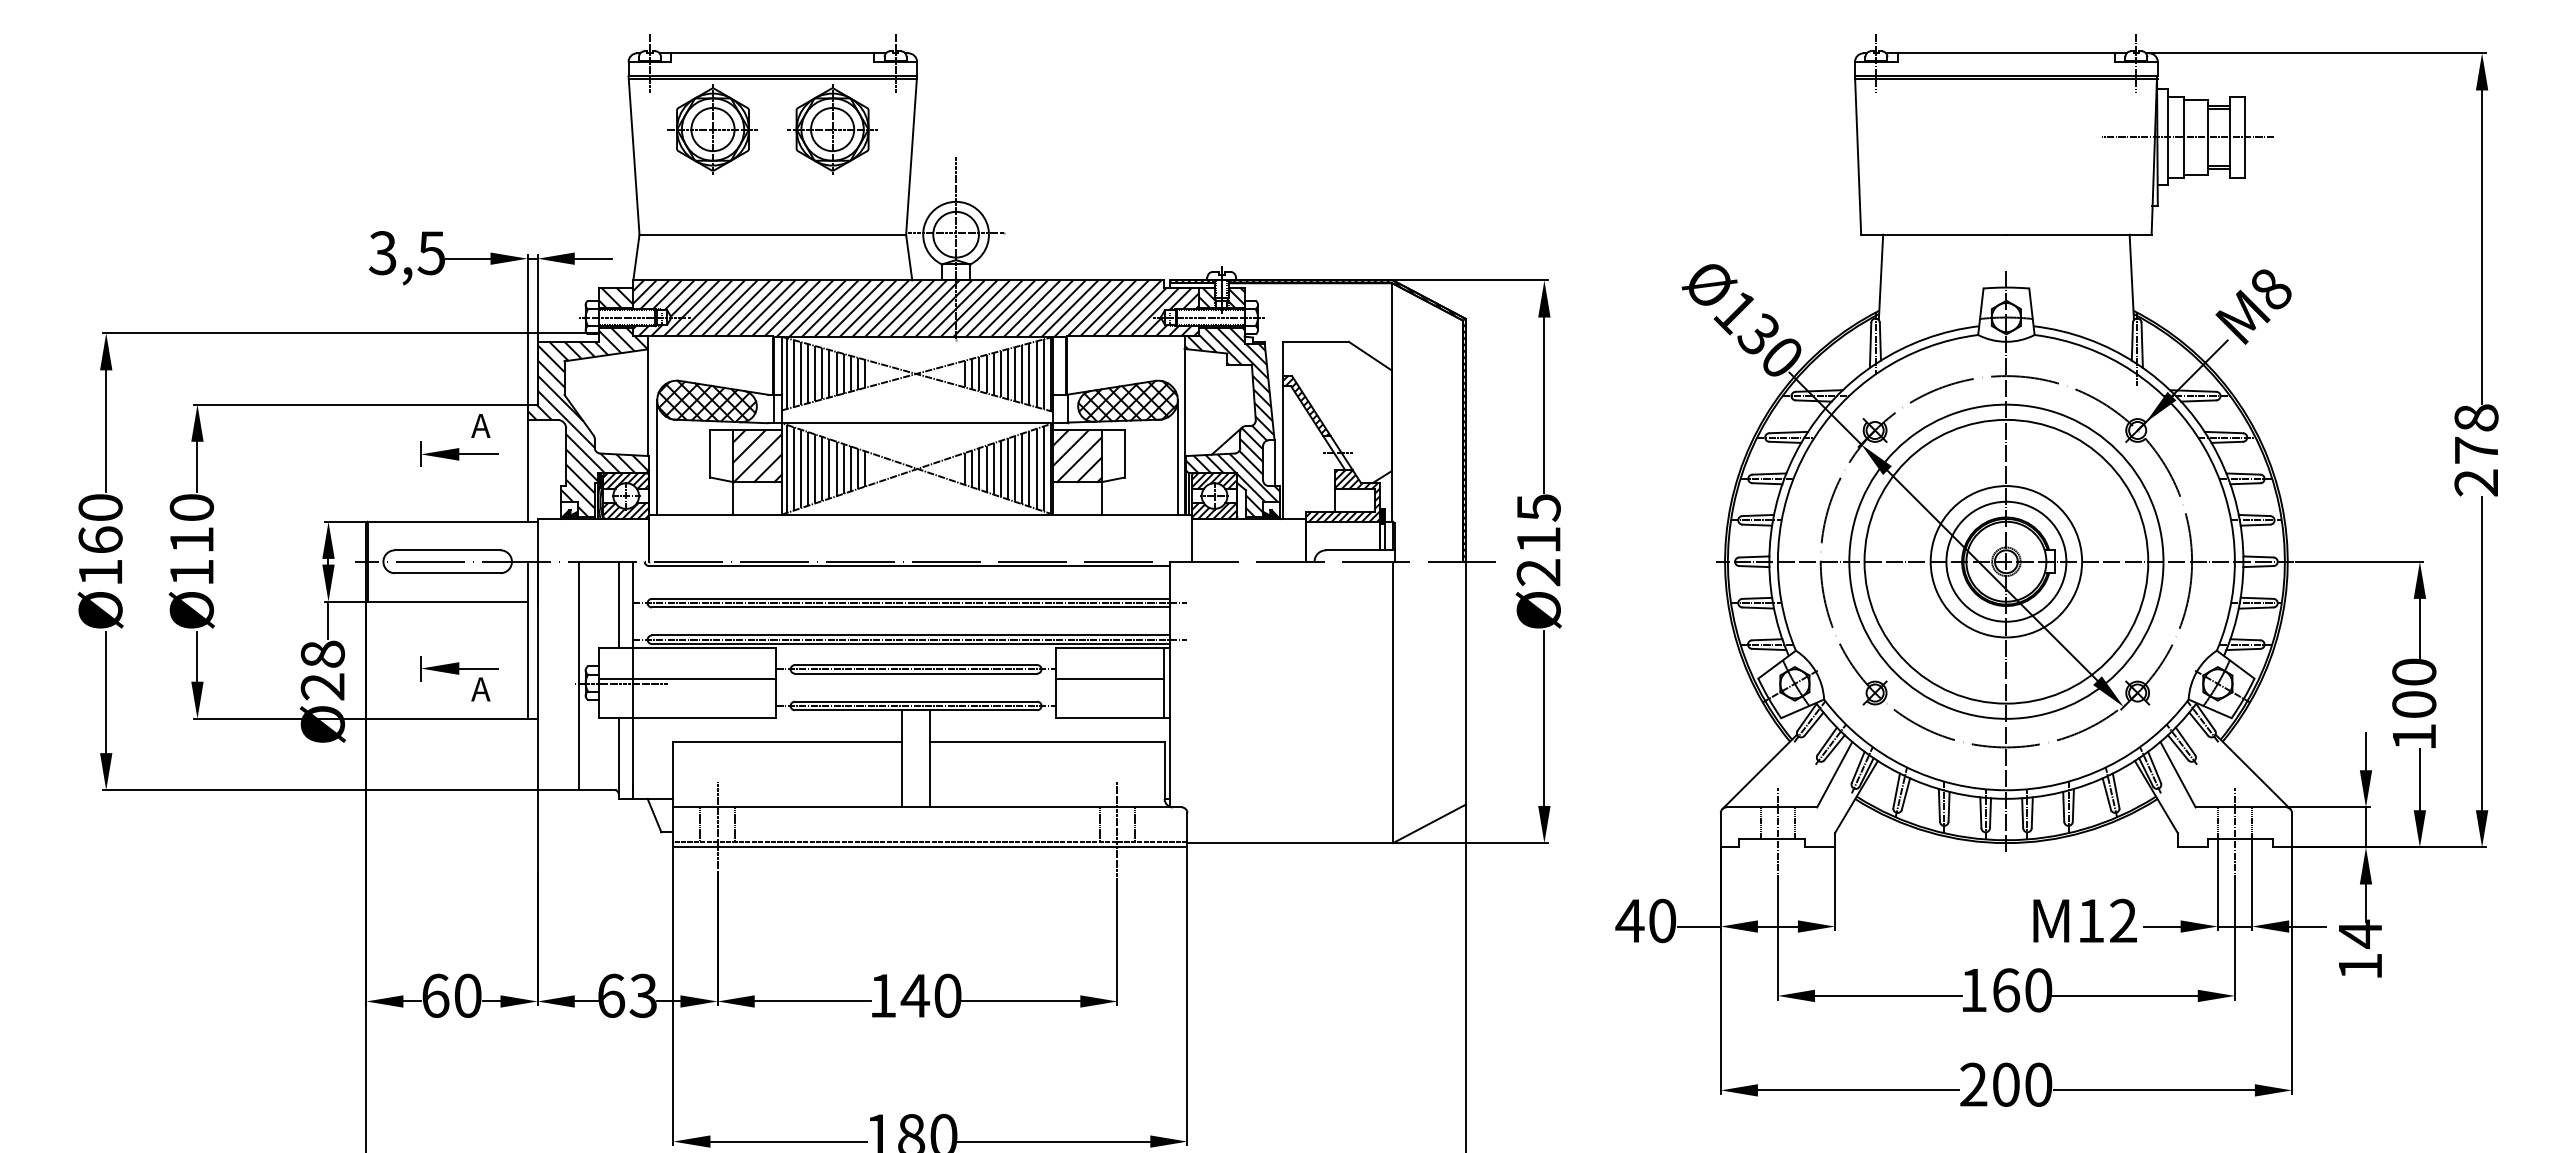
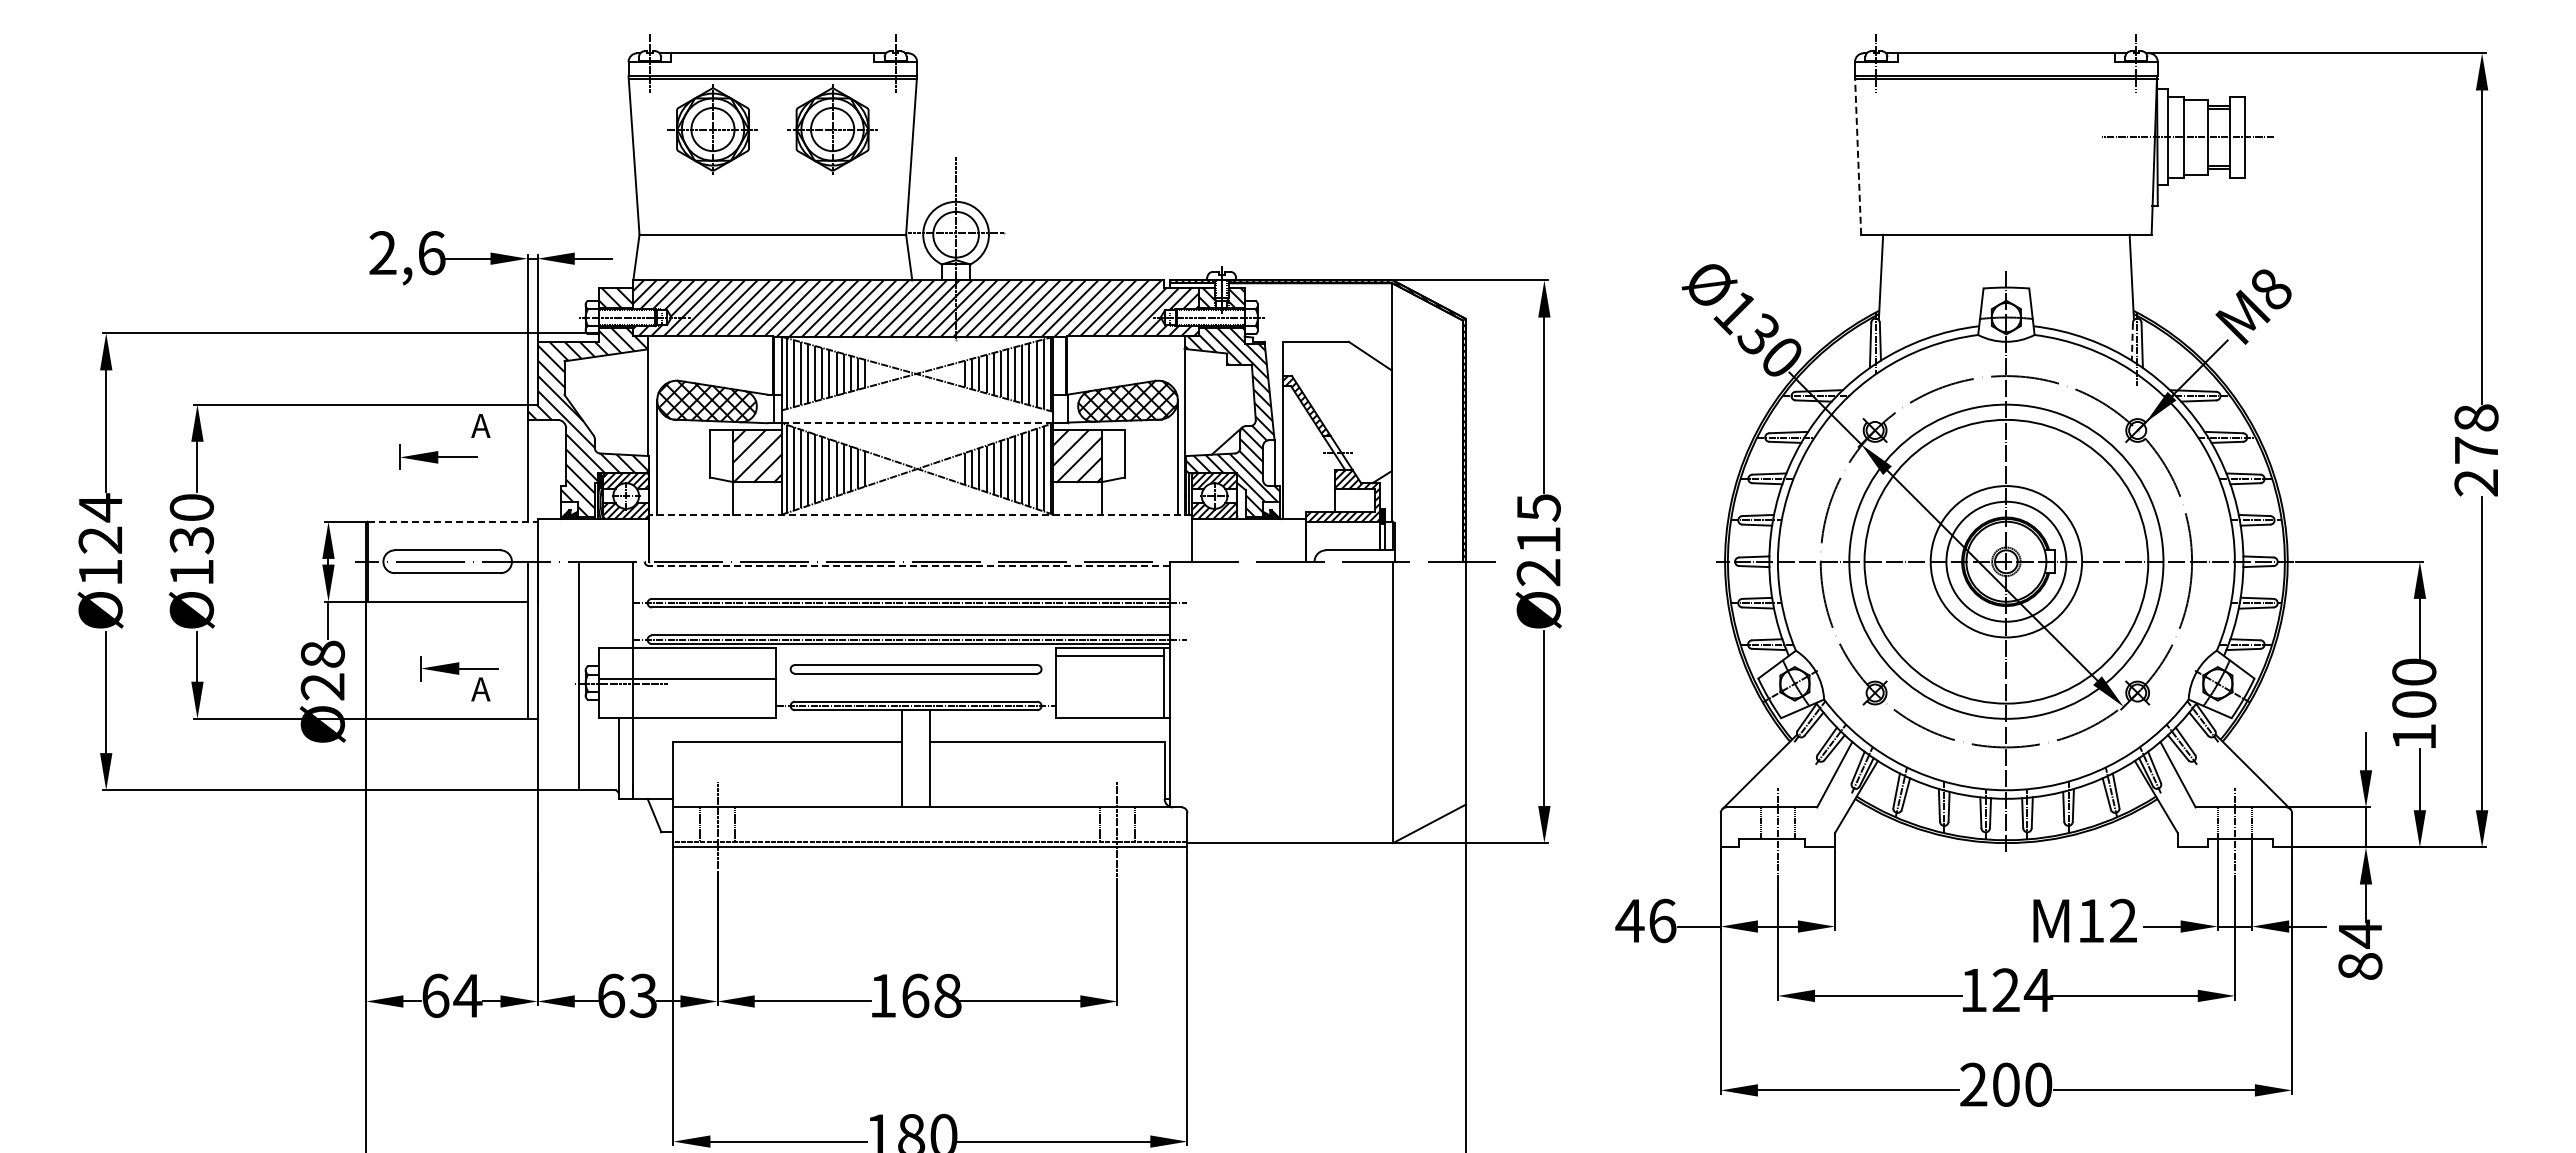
line at (1858, 154): solid -> dashed
text at (406, 253): 3,5 -> 2,6
line at (2132, 341): solid -> dashed
line at (917, 423): solid -> dashed
part at (459, 453) position: (459, 453) -> (438, 456)
line at (919, 514): solid -> dashed
line at (452, 521): solid -> dashed
text at (100, 523): Ø160 -> Ø124
text at (191, 540): Ø110 -> Ø130
line at (909, 566): solid -> dashed
line at (619, 604): present -> none
line at (916, 669): present -> none
line at (1109, 678) position: (1109, 678) -> (1109, 655)
text at (1662, 920): 40 -> 46
text at (2360, 966): 14 -> 84
text at (2022, 990): 160 -> 124
text at (467, 995): 60 -> 64
text at (930, 995): 140 -> 168
